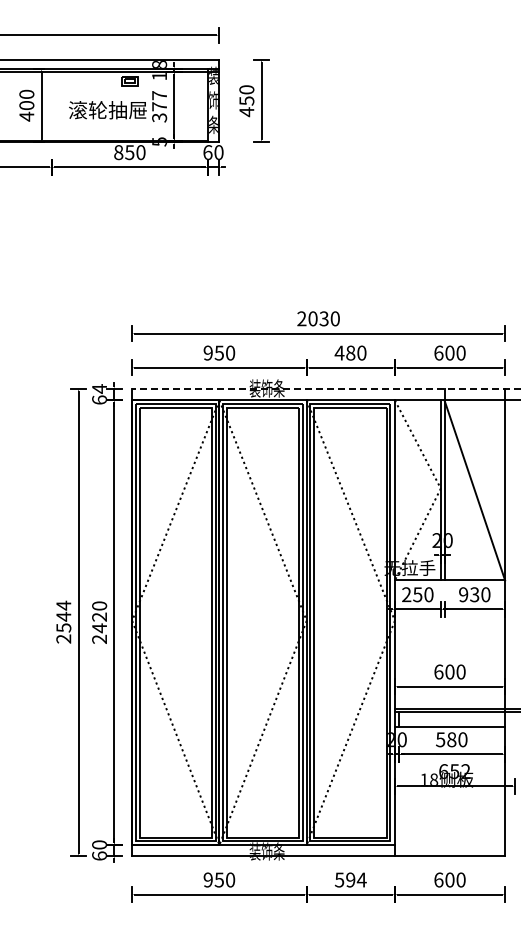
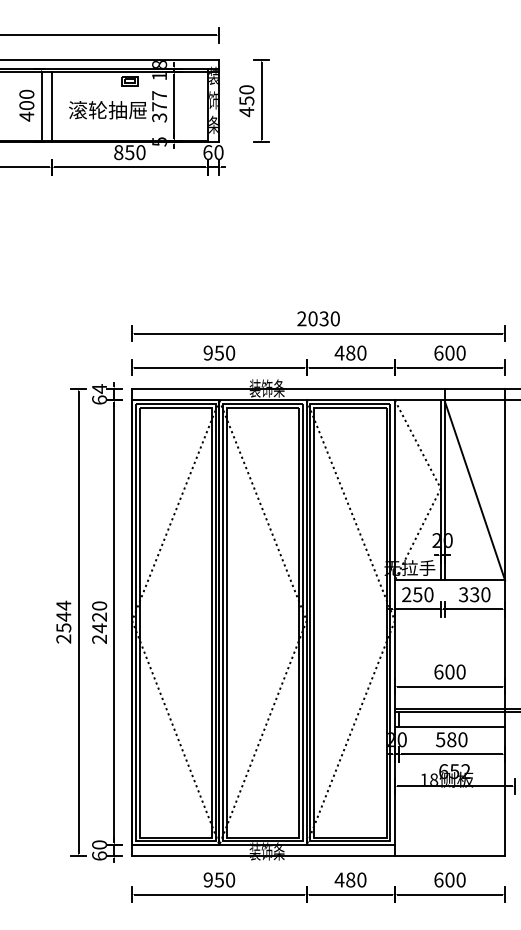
line at (51, 107): none -> present
line at (326, 388): dashed -> solid
text at (463, 594): 930 -> 330
text at (350, 879): 594 -> 480
